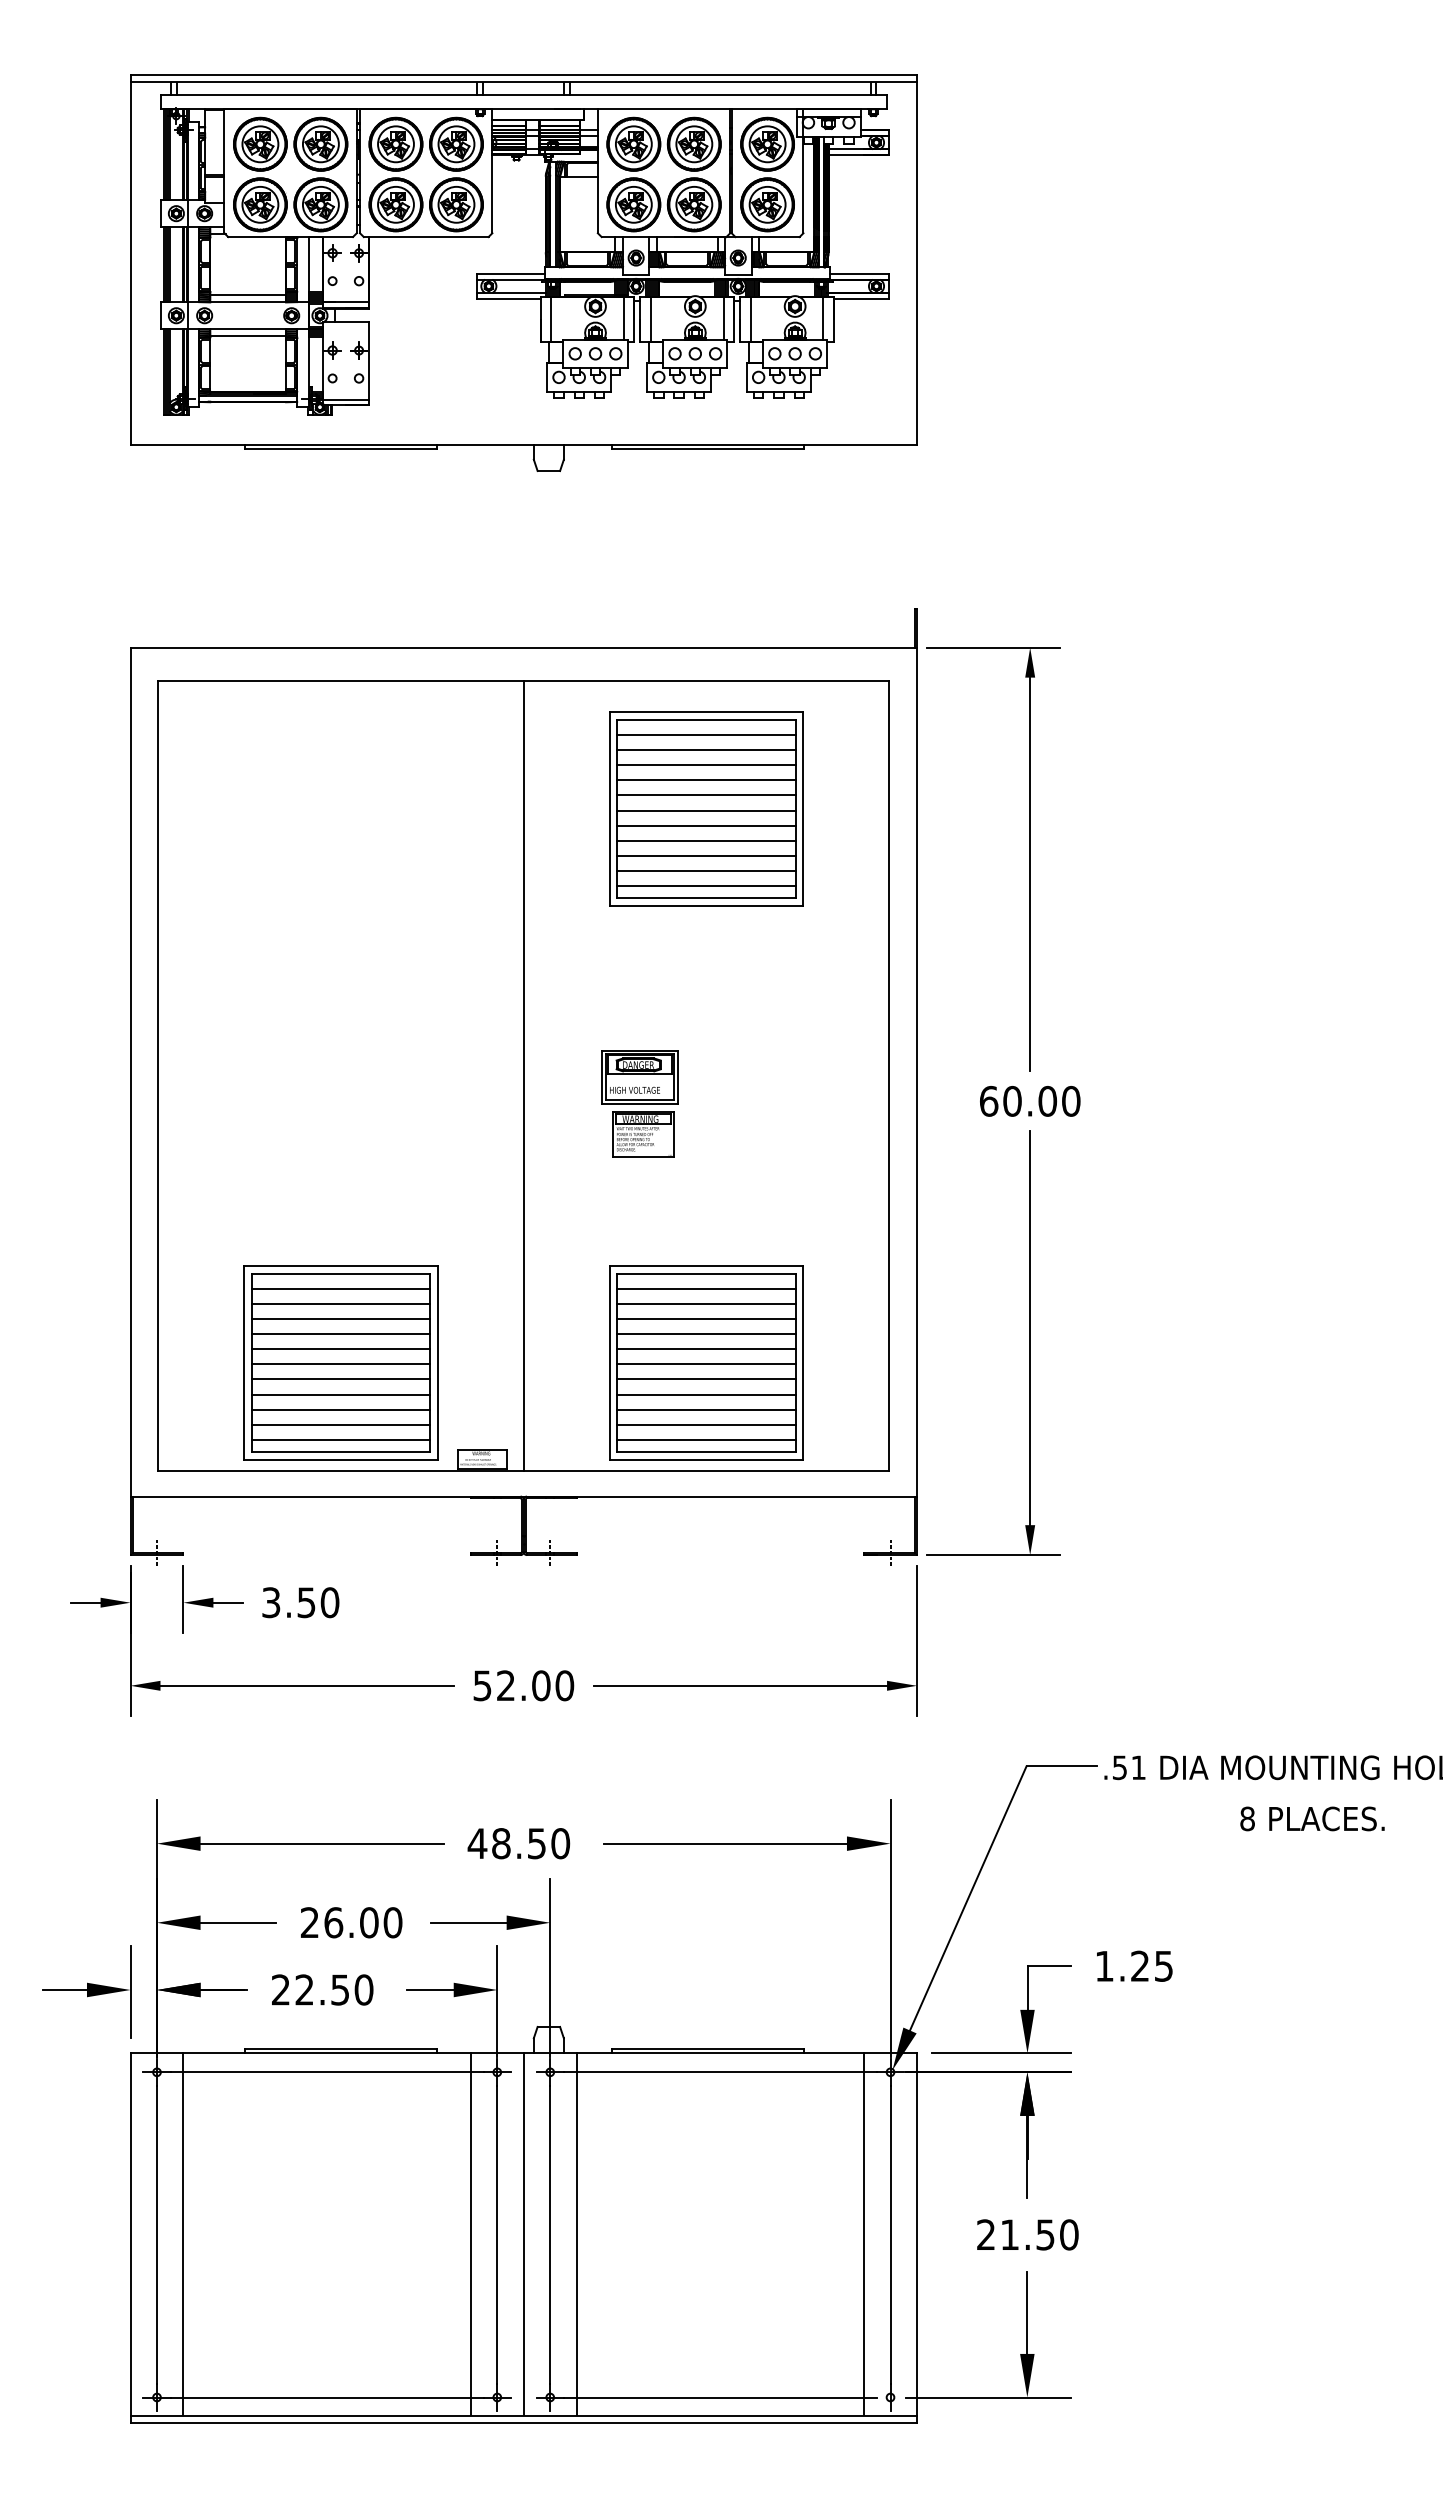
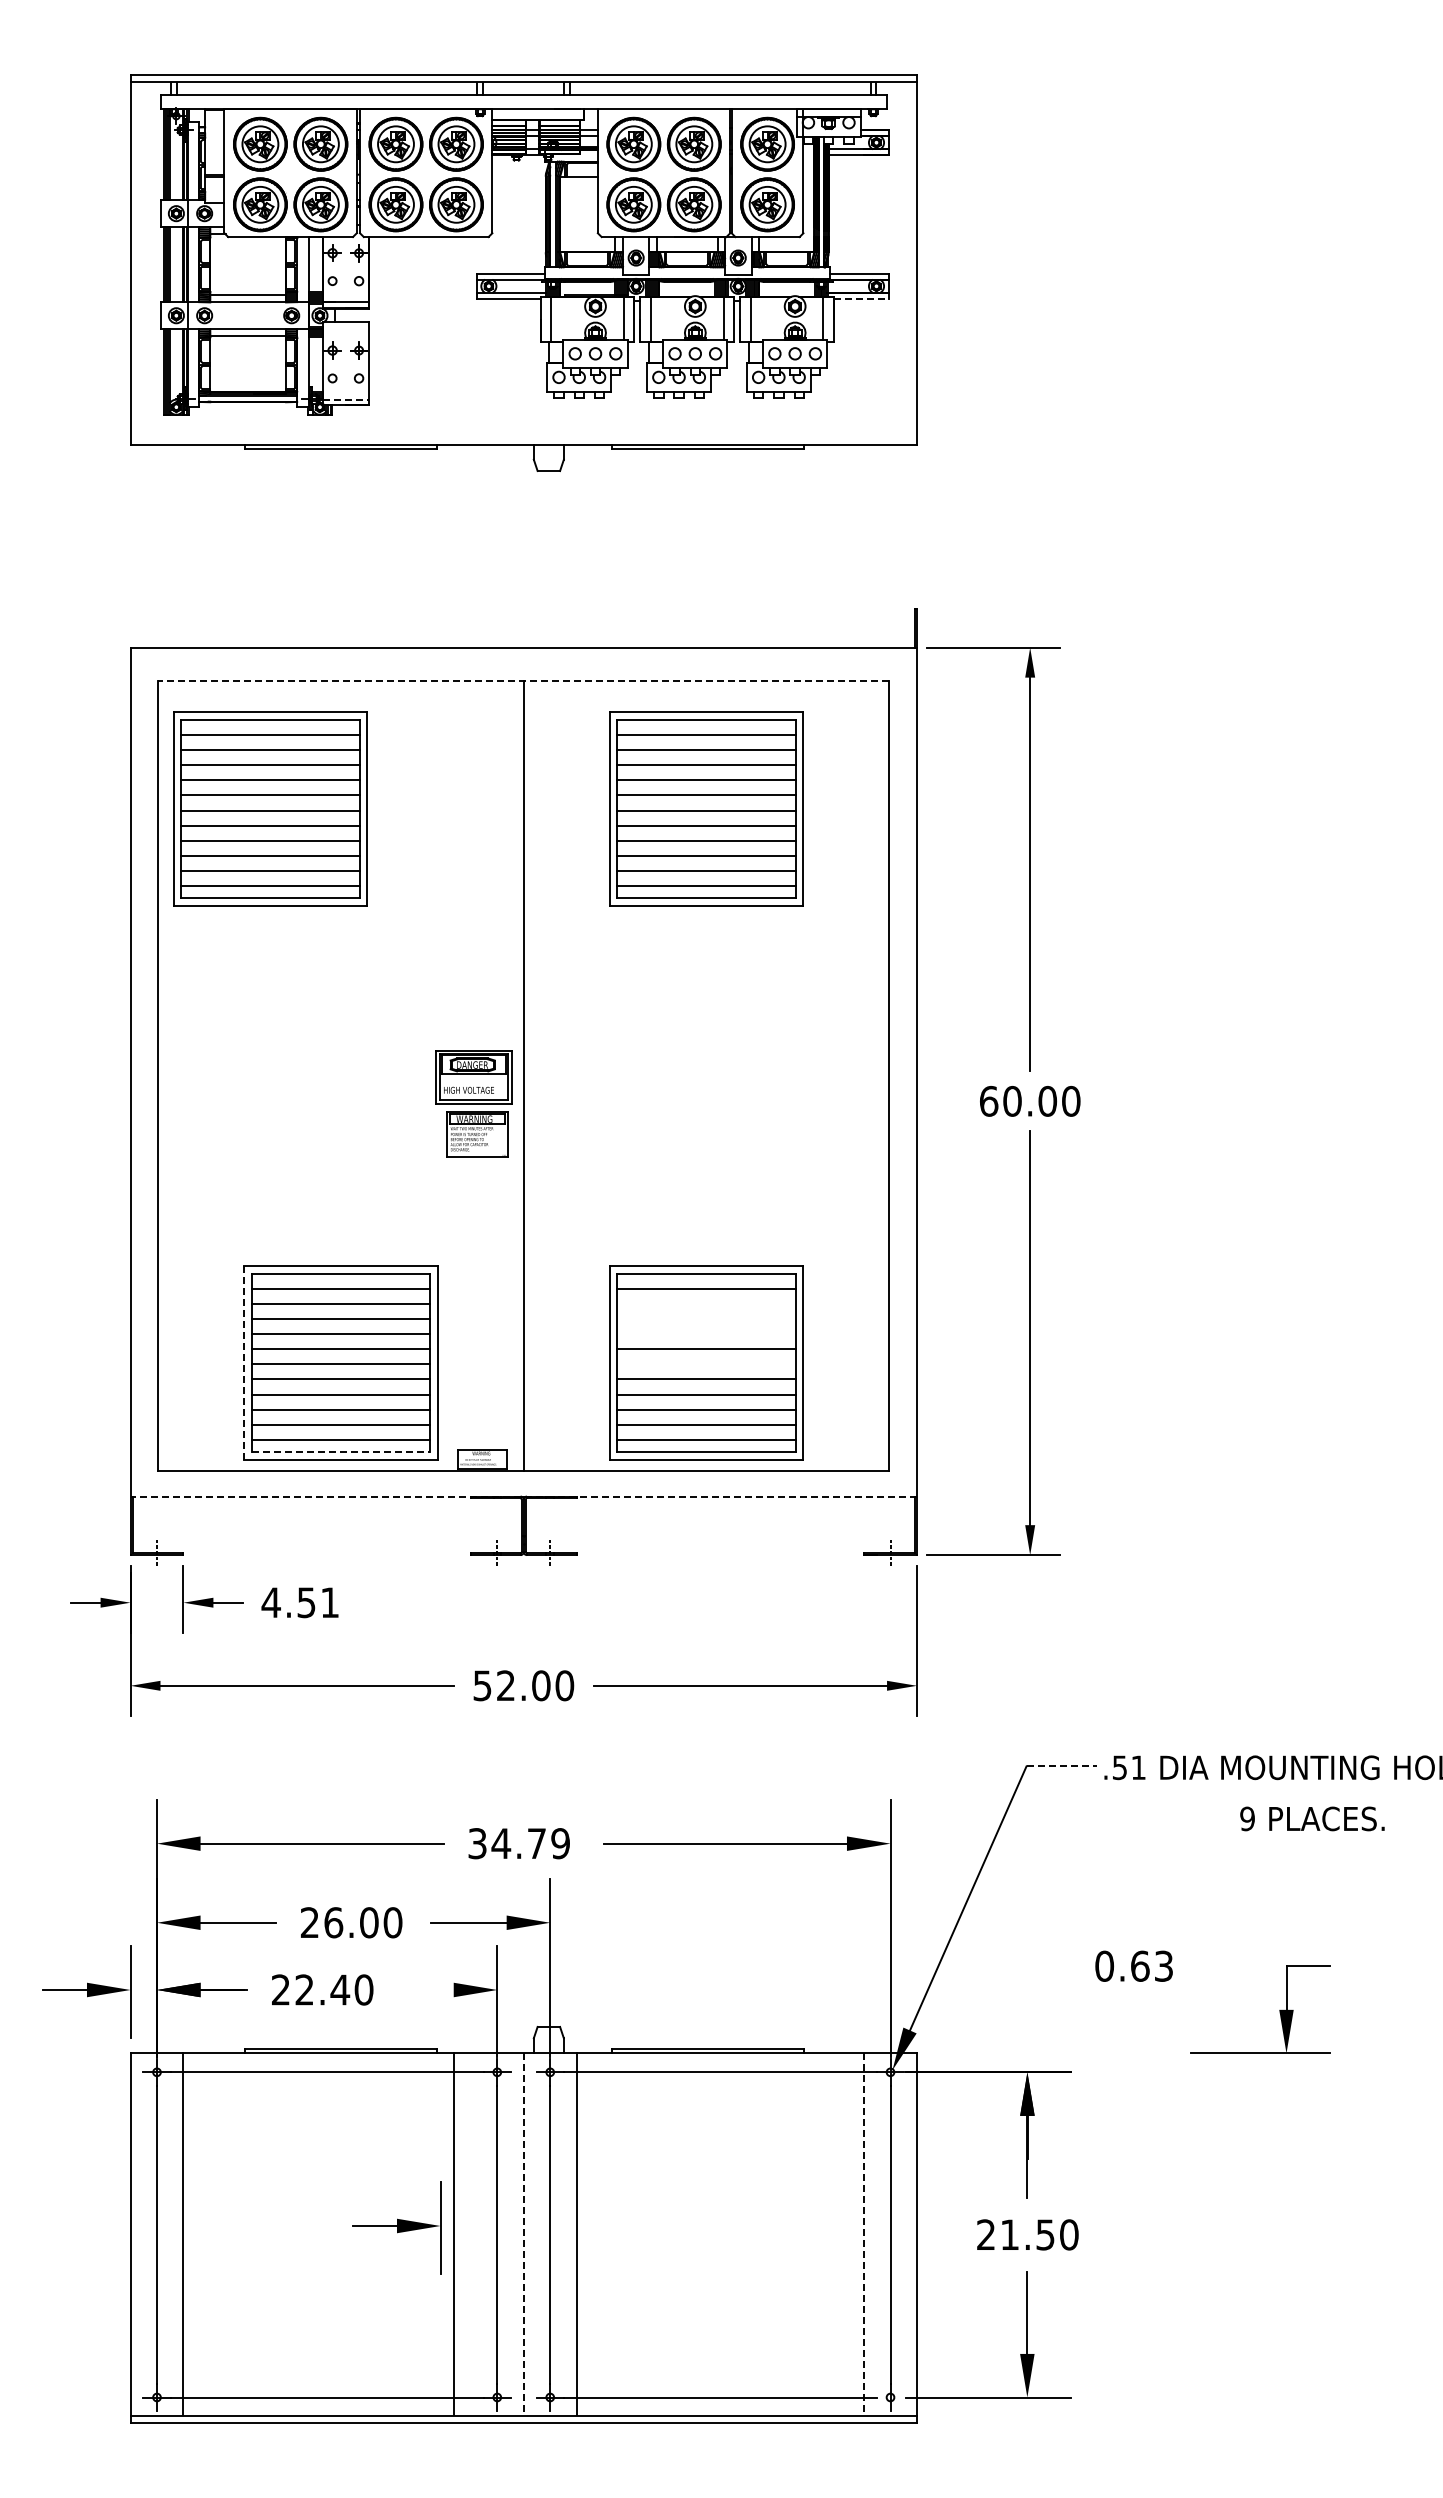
line at (861, 298): solid -> dashed
line at (345, 399): solid -> dashed
line at (523, 680): solid -> dashed
part at (270, 808): none -> present
part at (639, 1103) position: (639, 1103) -> (473, 1103)
line at (706, 1303): present -> none
line at (706, 1319): present -> none
line at (706, 1334): present -> none
line at (244, 1362): solid -> dashed
line at (706, 1364): present -> none
line at (341, 1452): solid -> dashed
line at (523, 1496): solid -> dashed
text at (300, 1602): 3.50 -> 4.51
line at (1062, 1766): solid -> dashed
text at (1247, 1818): 8 -> 9
text at (518, 1843): 48.50 -> 34.79
text at (1133, 1965): 1.25 -> 0.63
text at (340, 1989): 22.50 -> 22.40
line at (429, 1990): present -> none
part at (1020, 2010) position: (1020, 2010) -> (1279, 2010)
part at (396, 2227): none -> present
line at (470, 2234) position: (470, 2234) -> (453, 2234)
line at (523, 2234): solid -> dashed
line at (864, 2234): solid -> dashed
